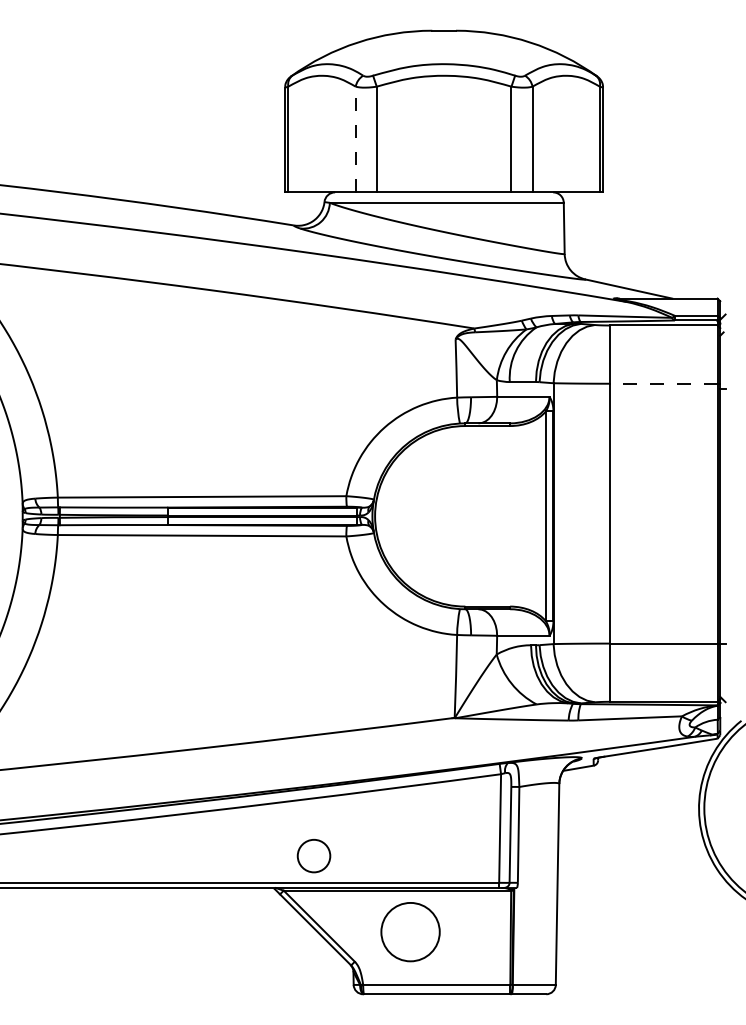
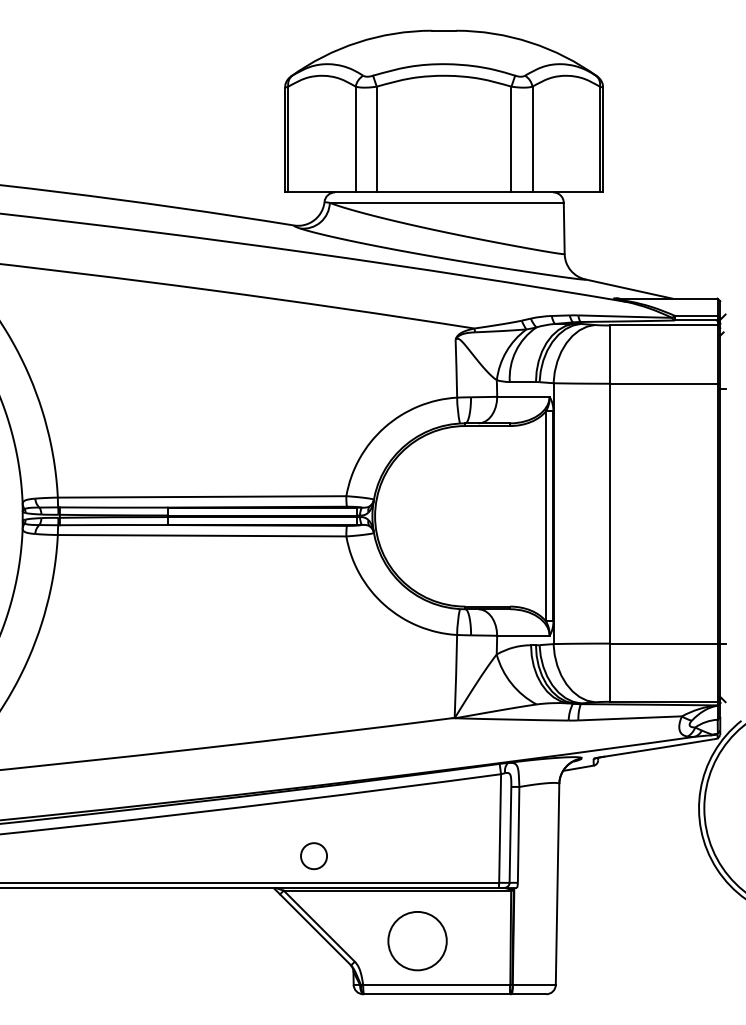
line at (355, 139): dashed -> solid
line at (663, 383): dashed -> solid
circle at (313, 856) size: 36x35 px -> 28x29 px
circle at (410, 932) position: (410, 932) -> (417, 941)
